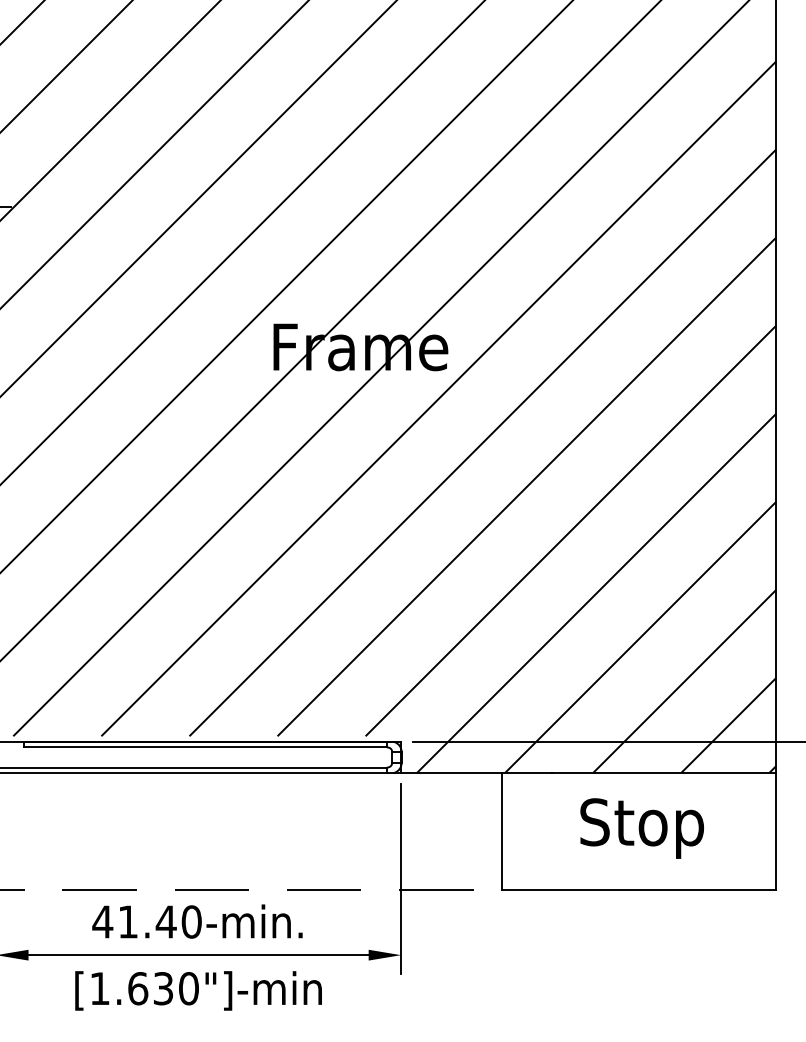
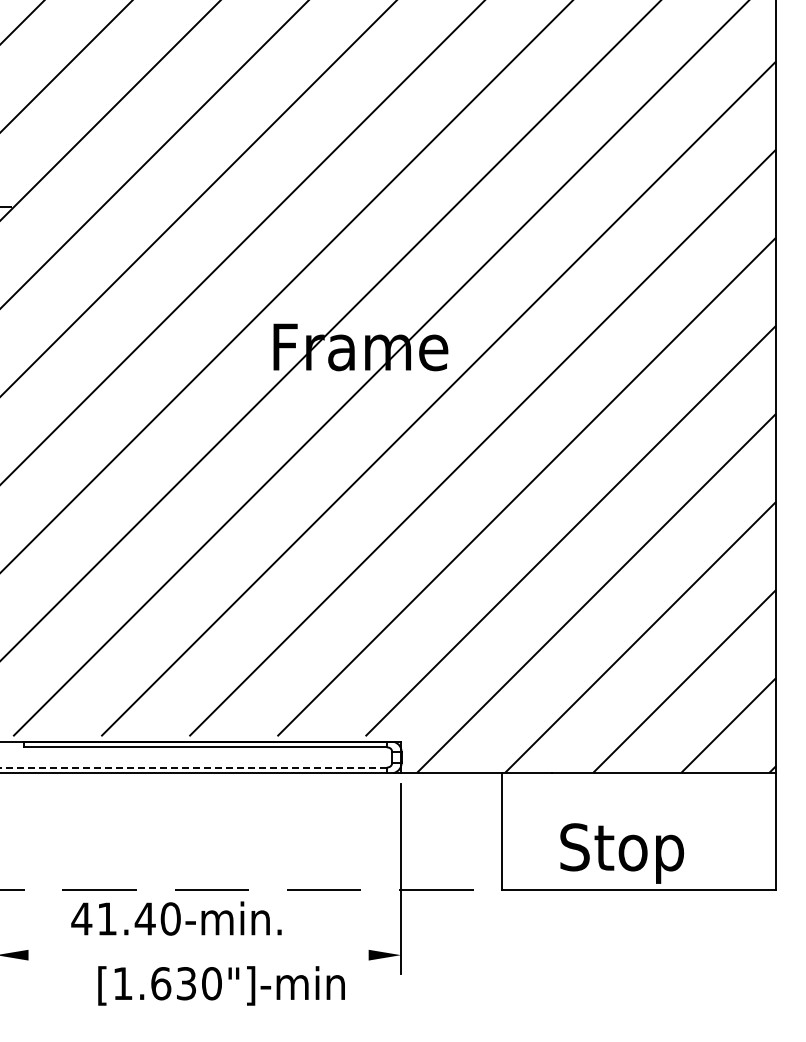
line at (607, 742): present -> none
line at (193, 767): solid -> dashed
text at (642, 828) position: (642, 828) -> (622, 853)
text at (197, 921) position: (197, 921) -> (176, 918)
line at (198, 955): present -> none
text at (198, 990) position: (198, 990) -> (221, 985)
